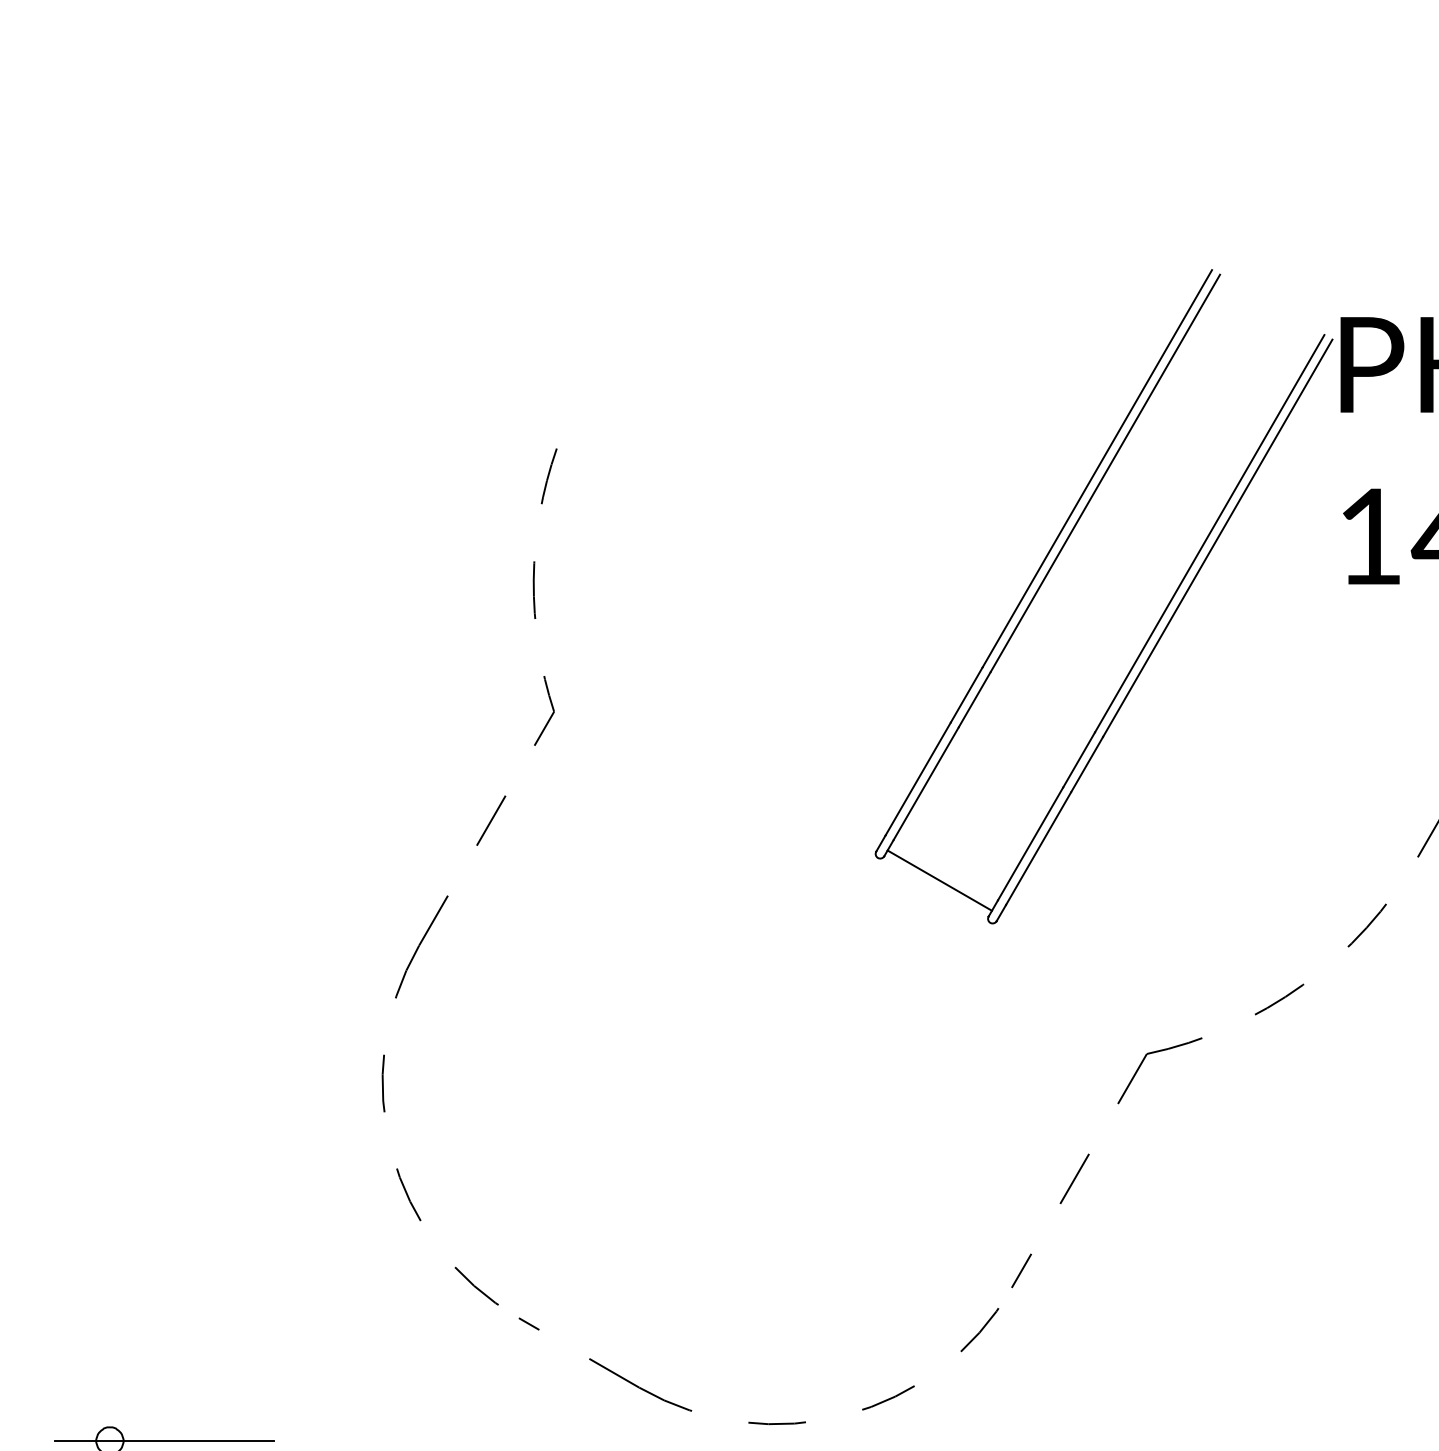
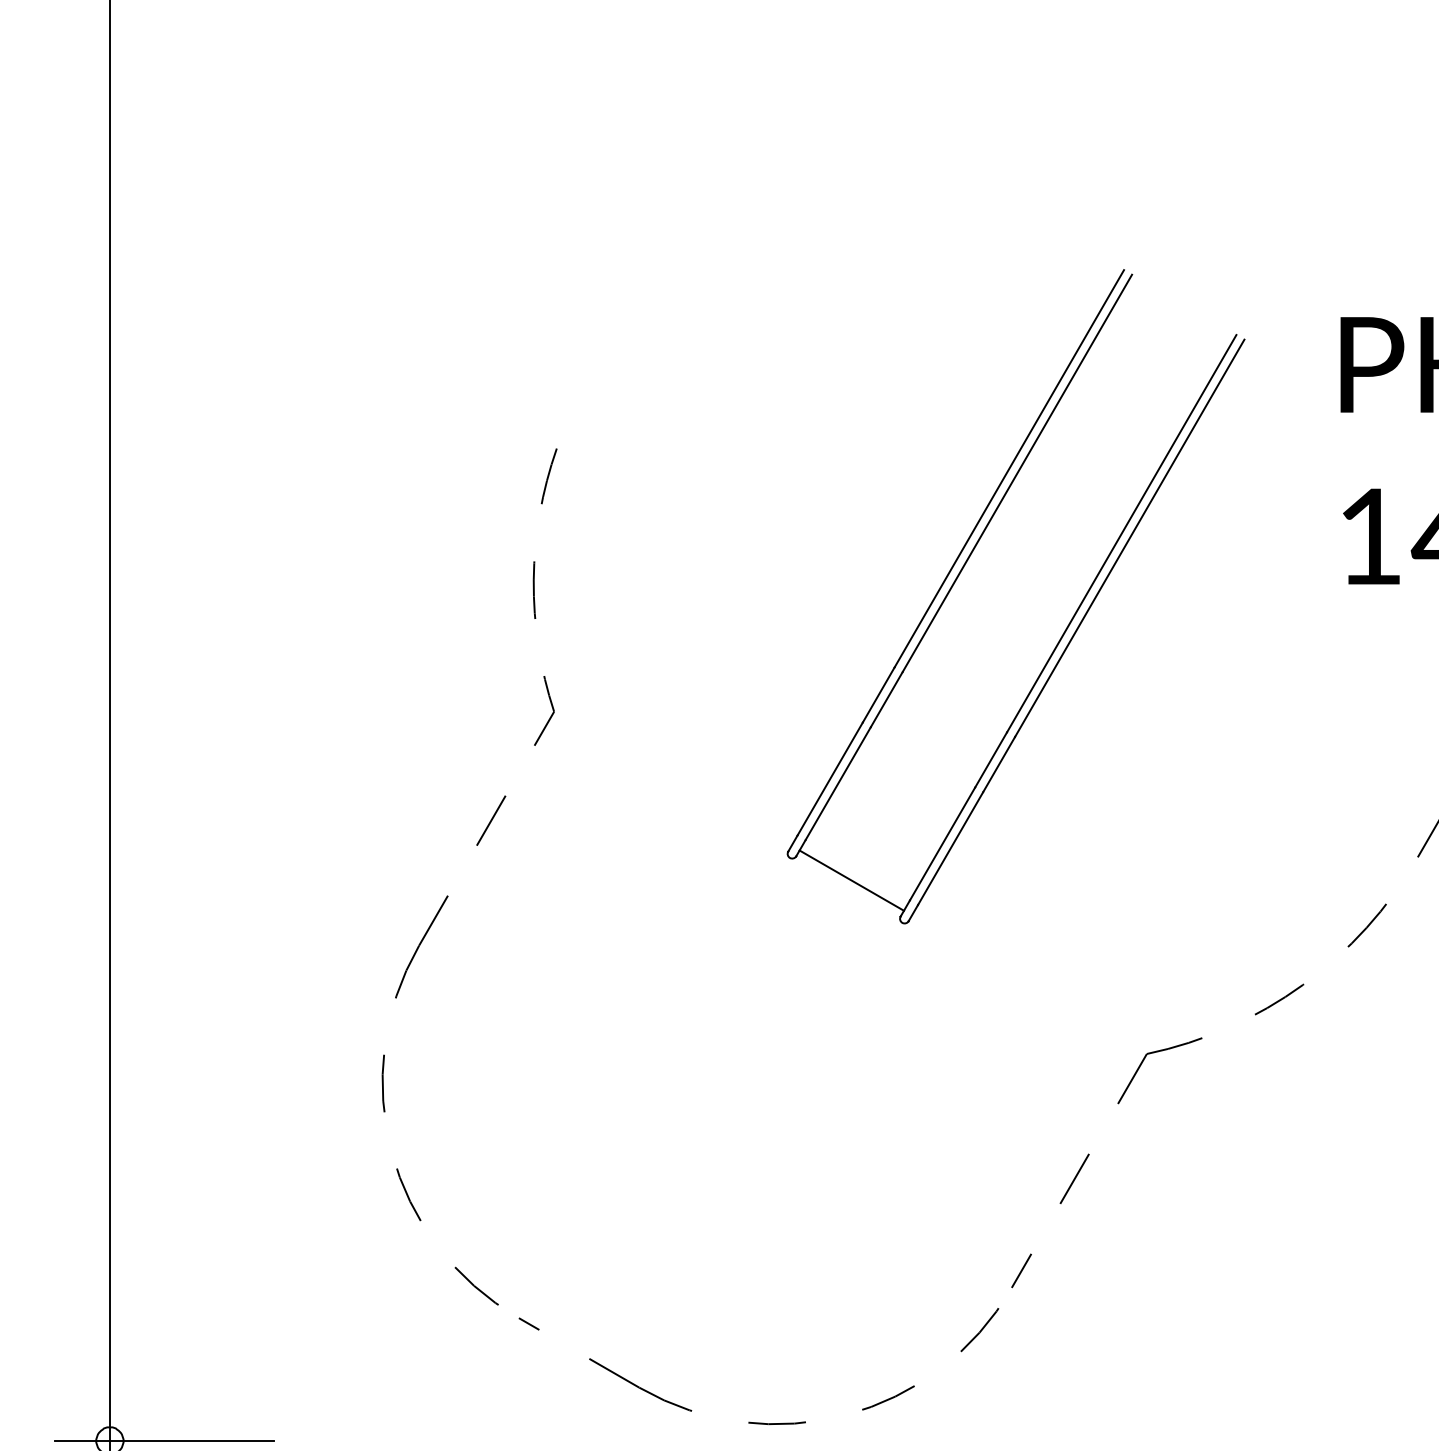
part at (1052, 567) position: (1052, 567) -> (964, 567)
line at (109, 724): none -> present
